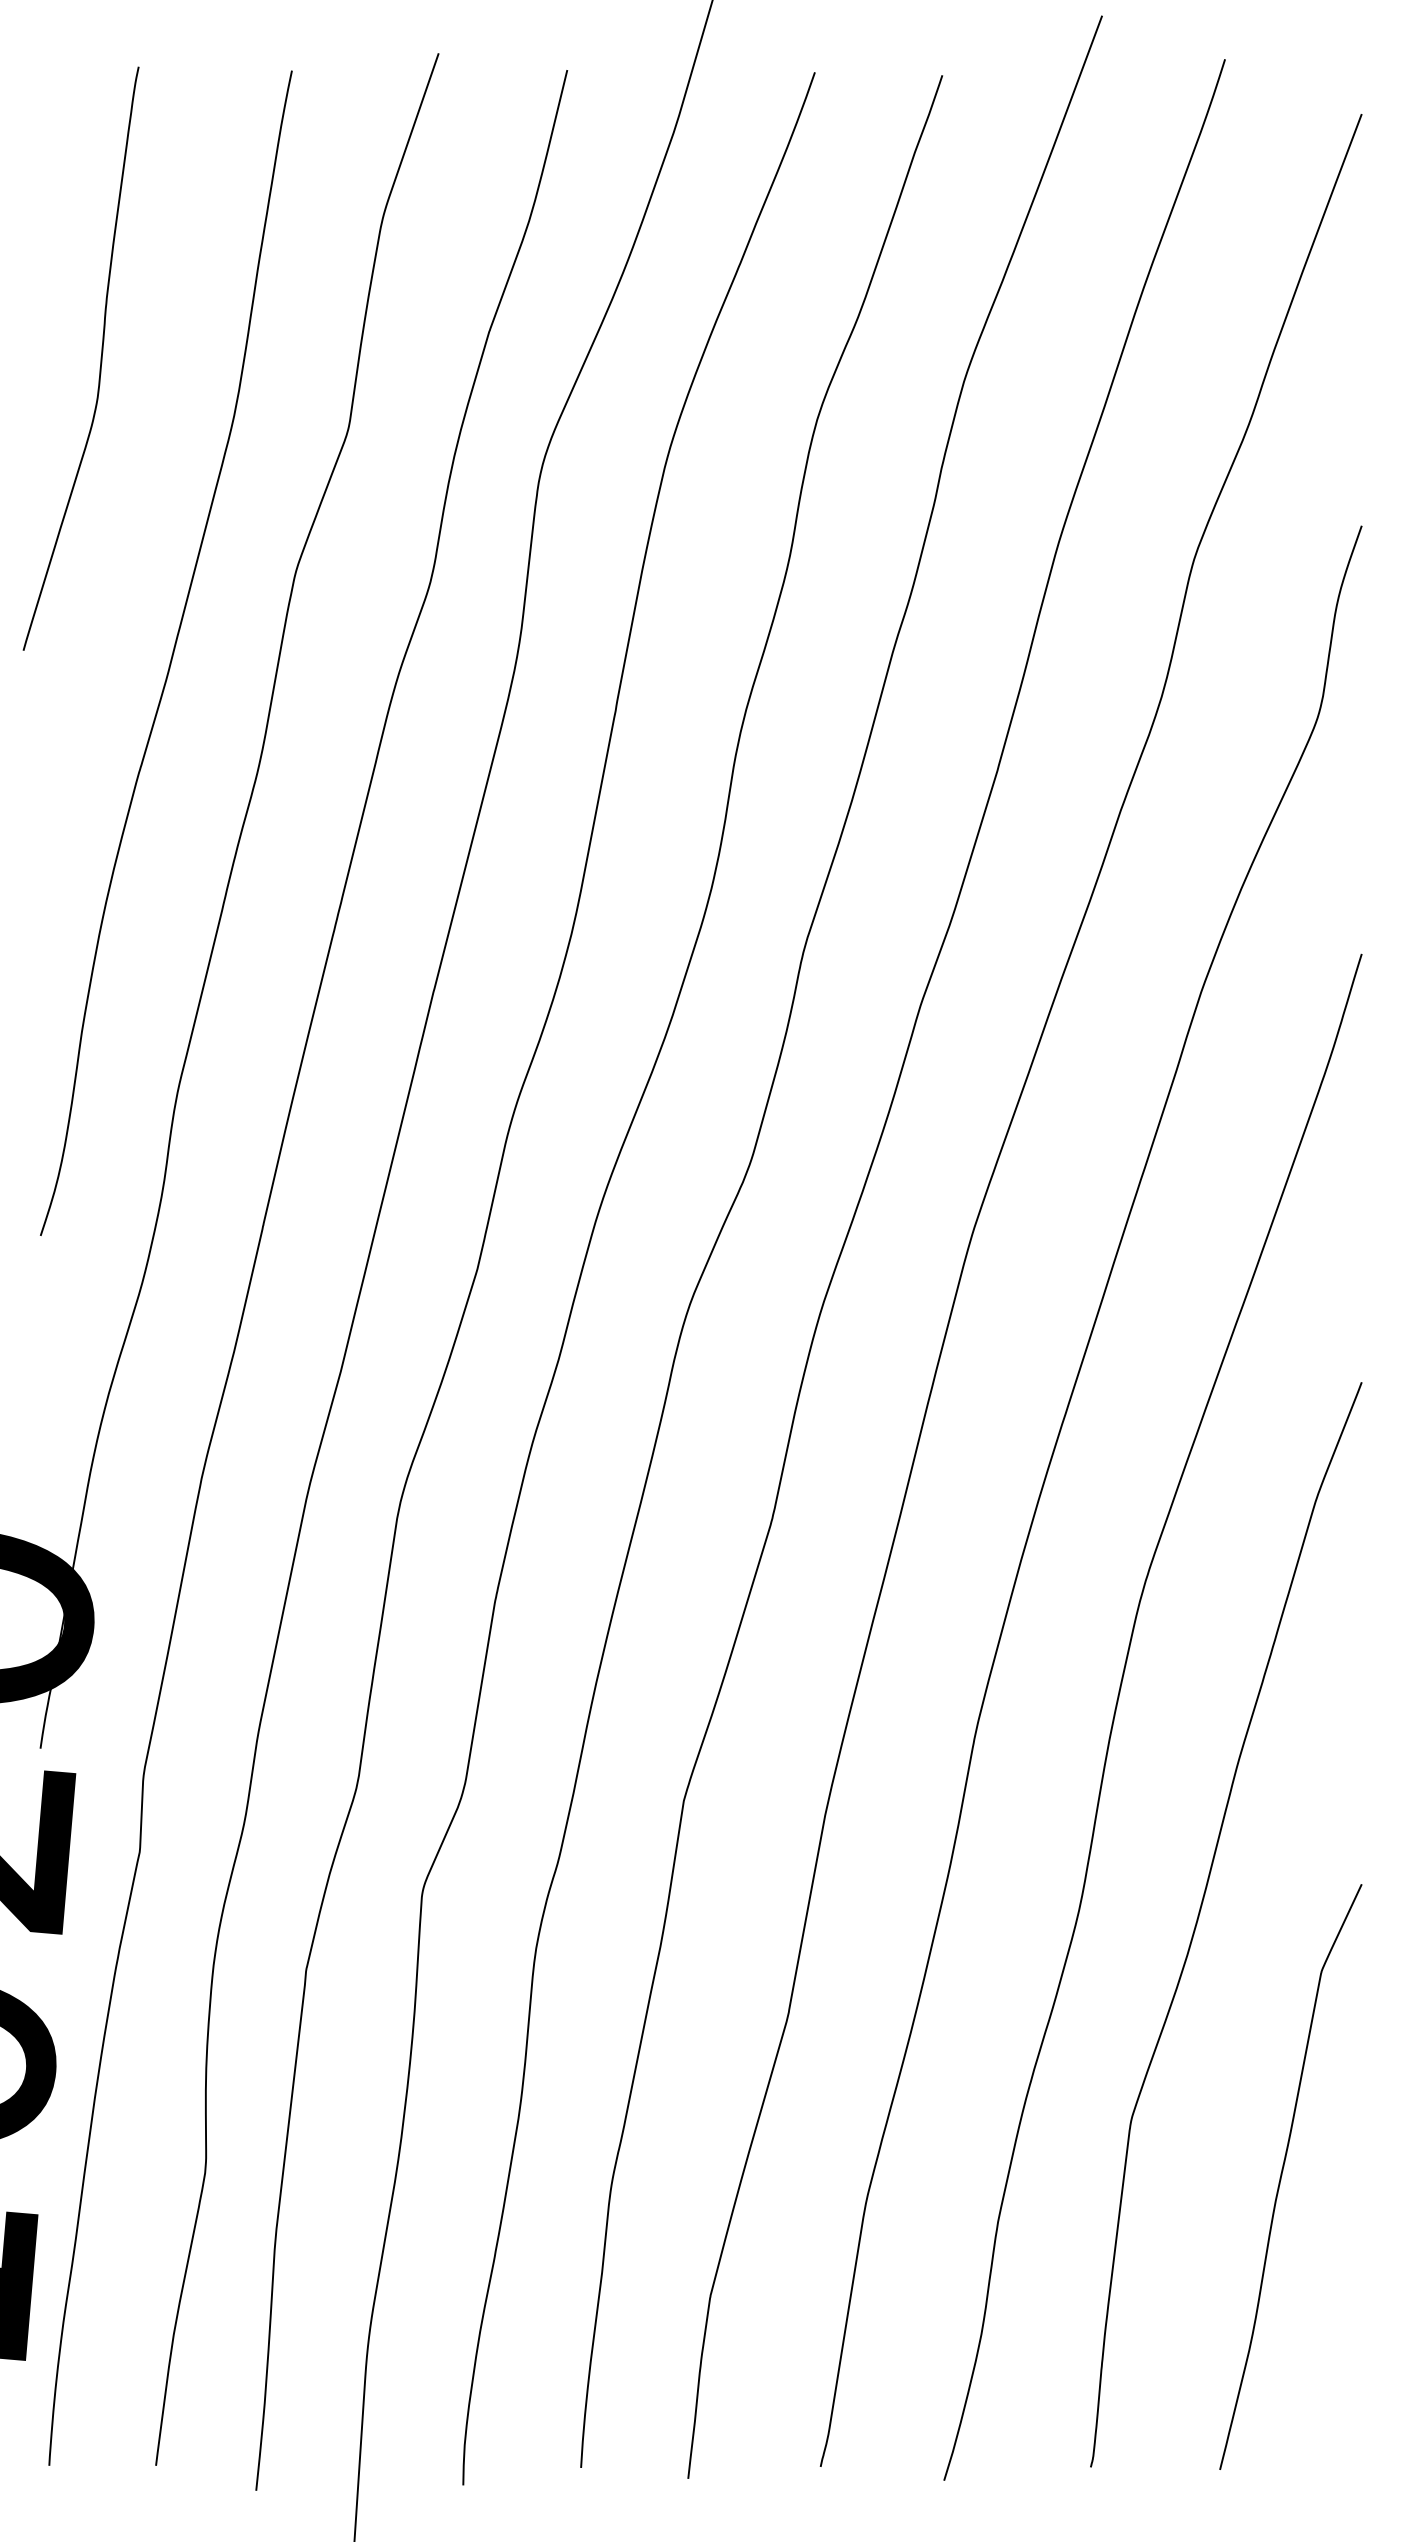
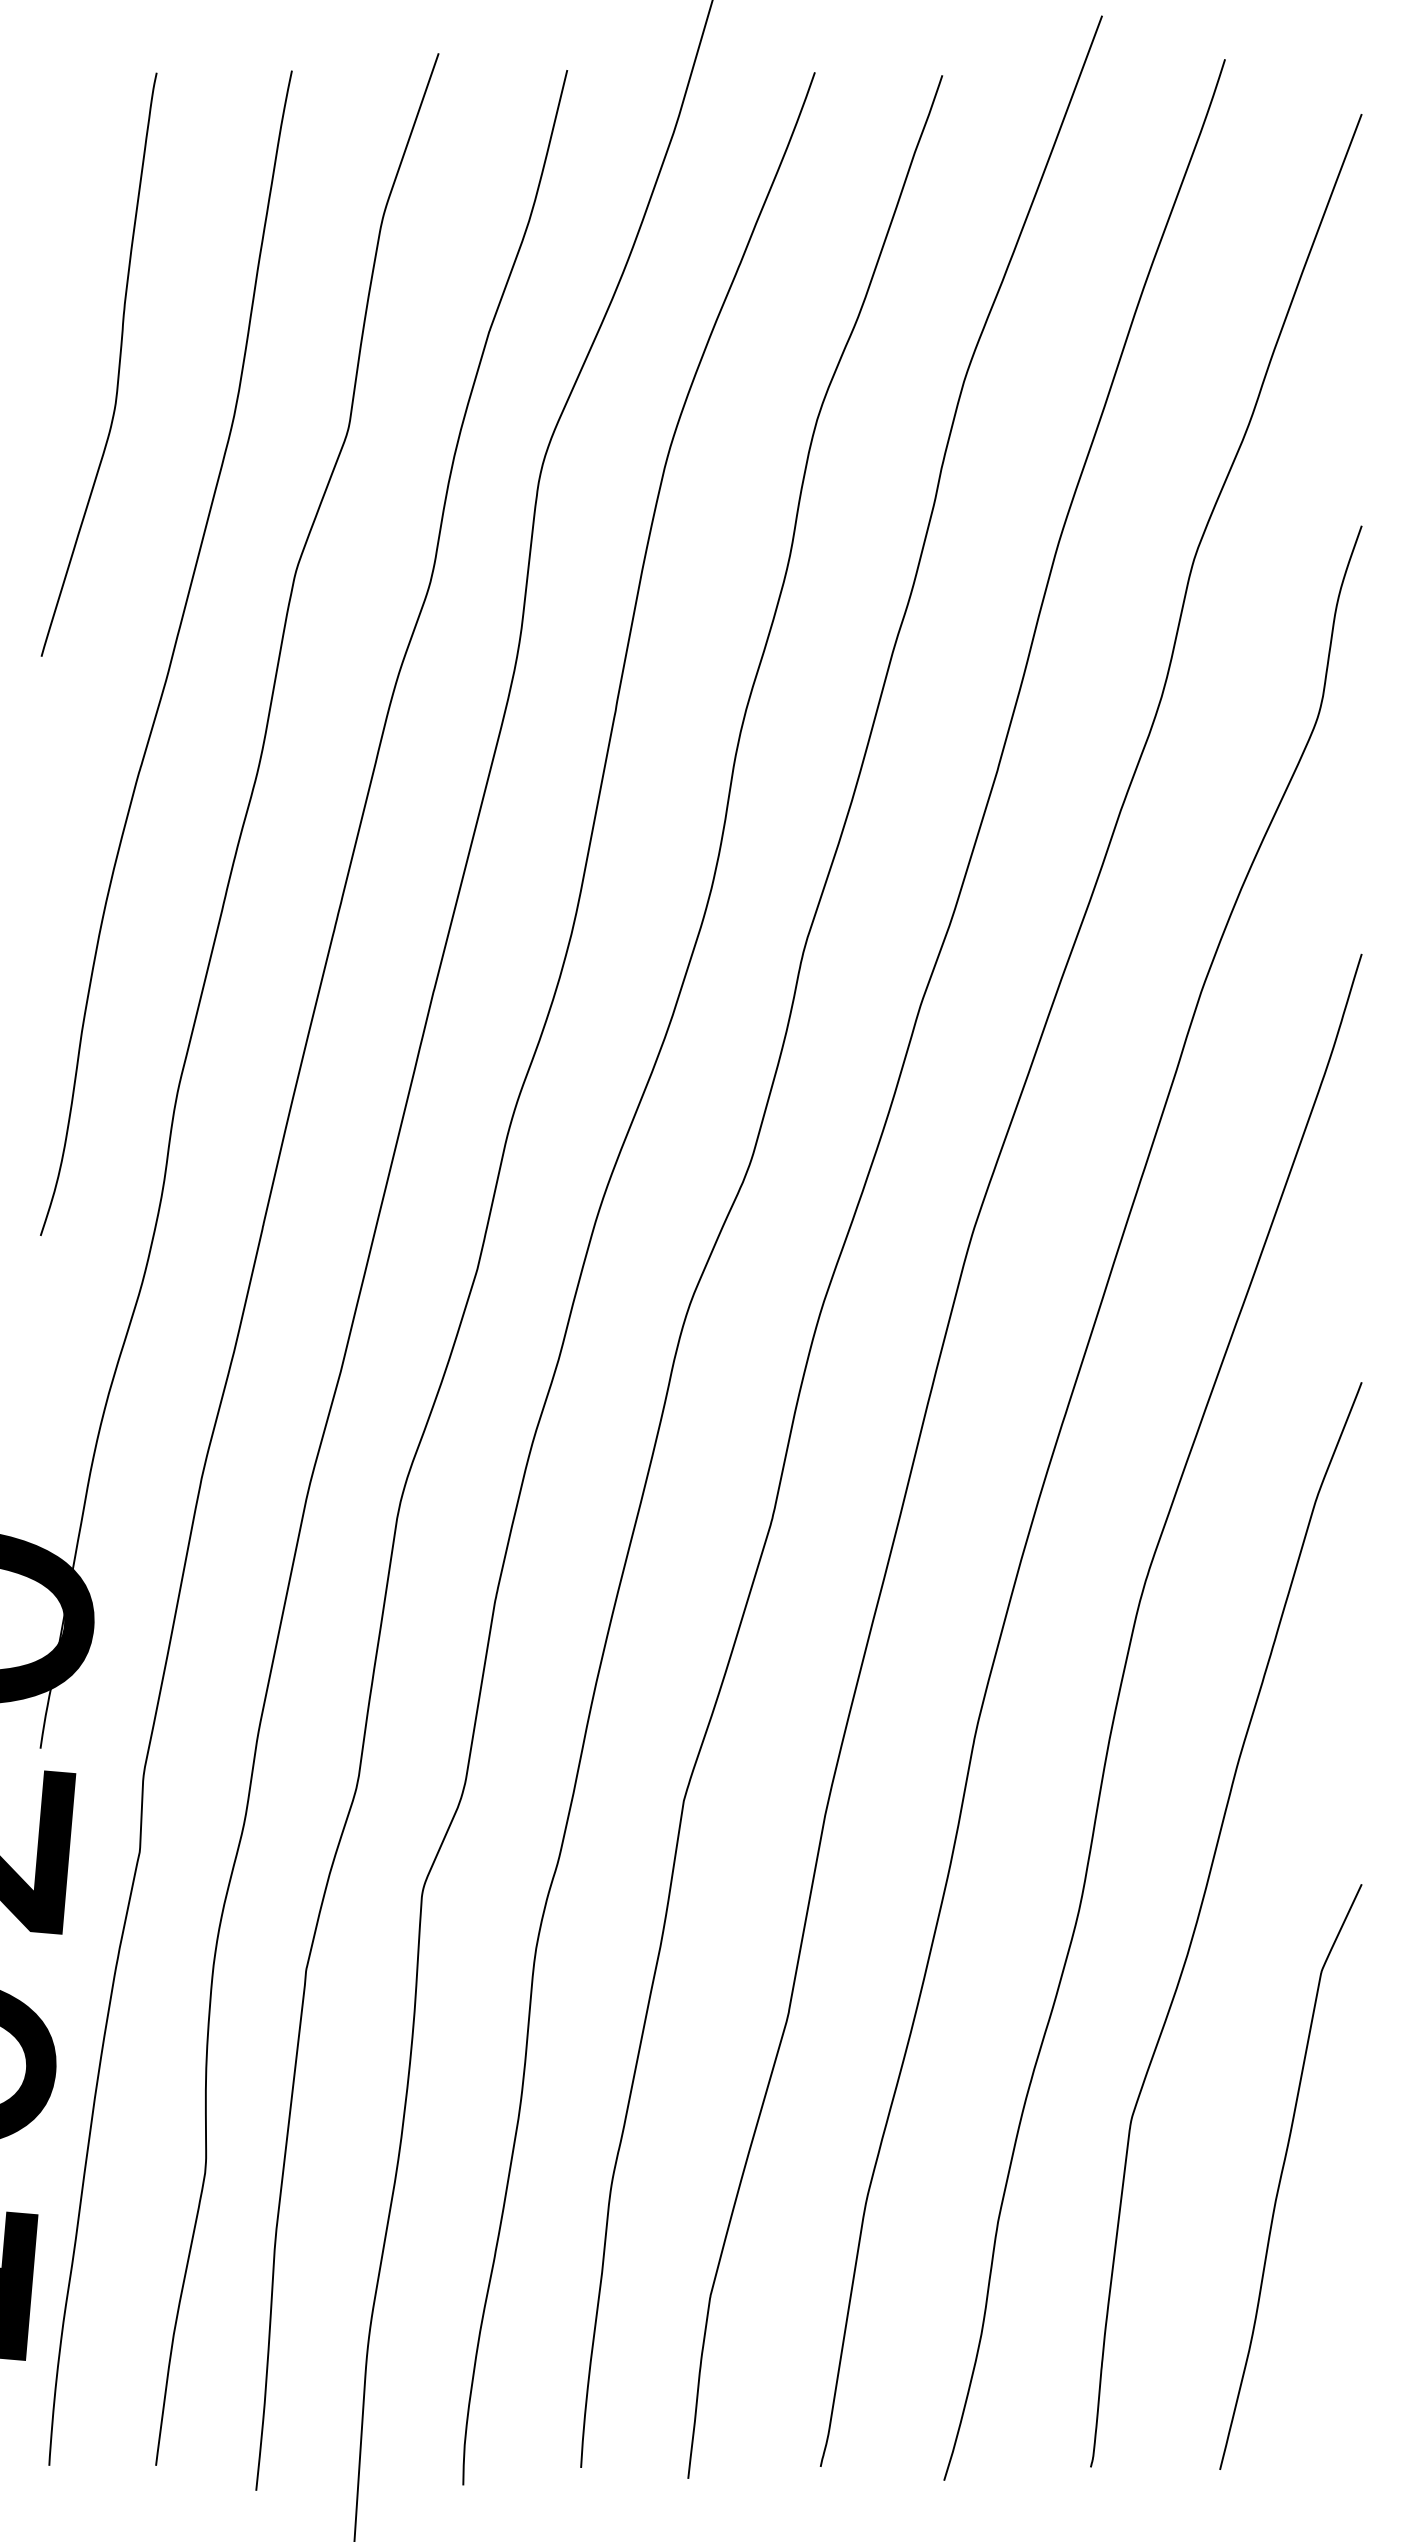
curve at (100, 358) position: (100, 358) -> (118, 364)
